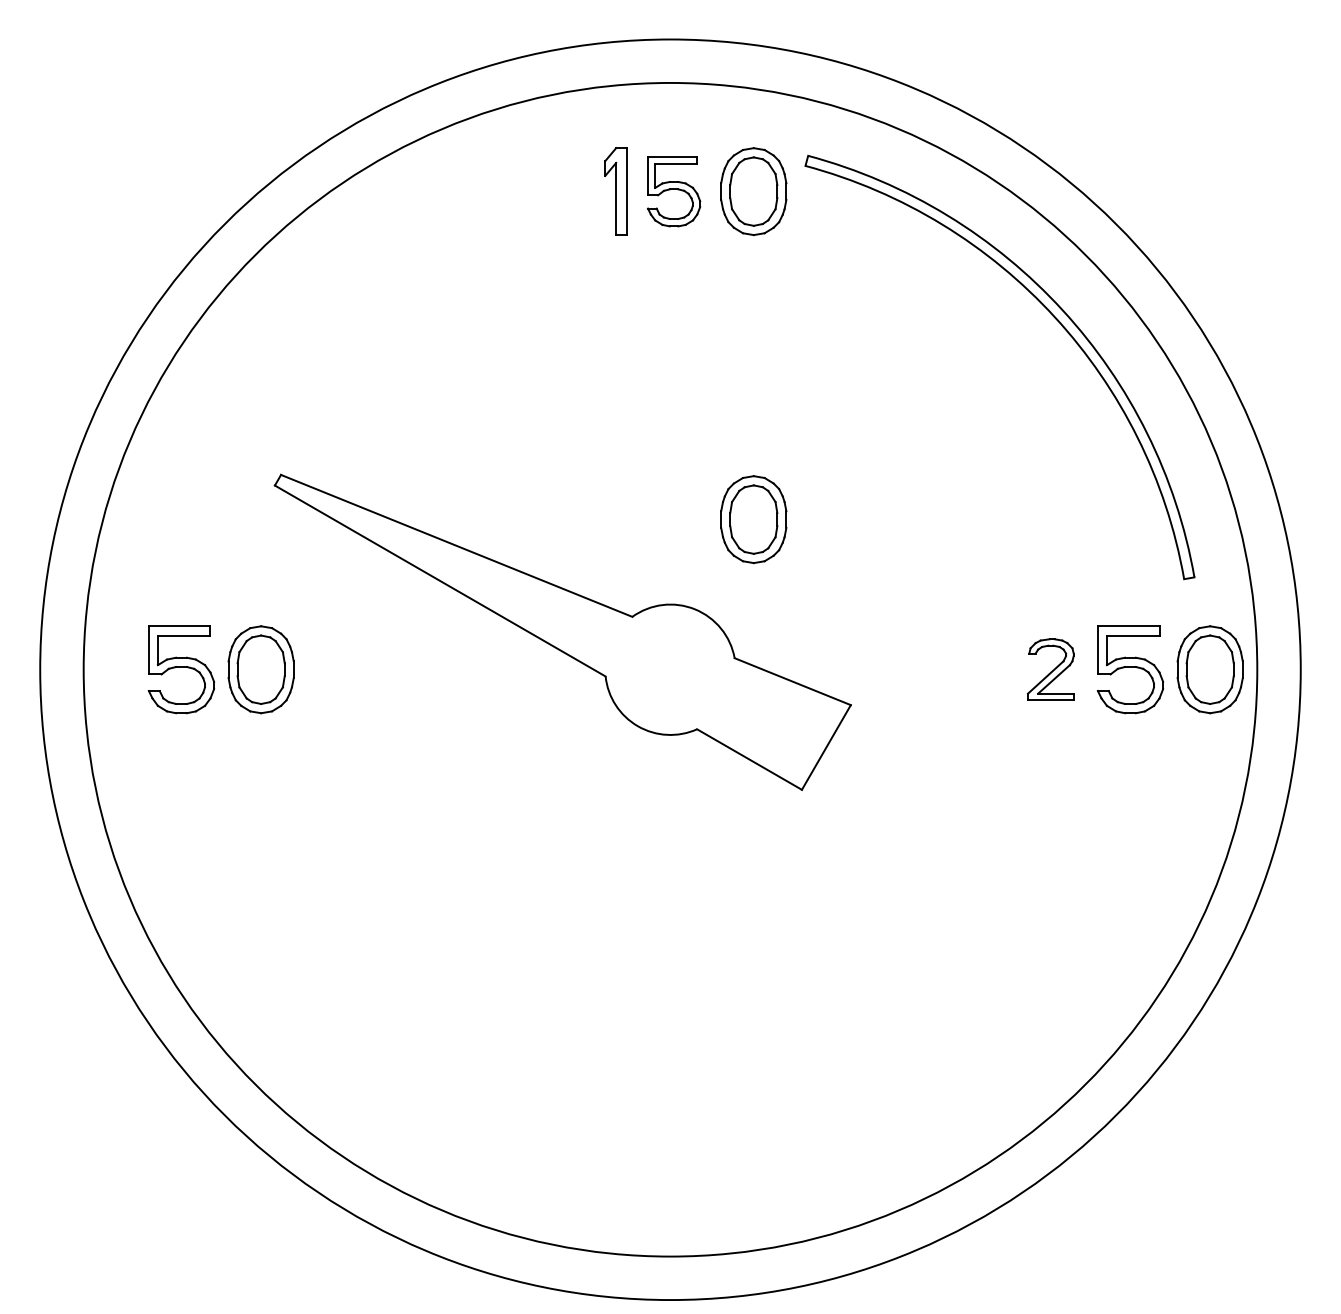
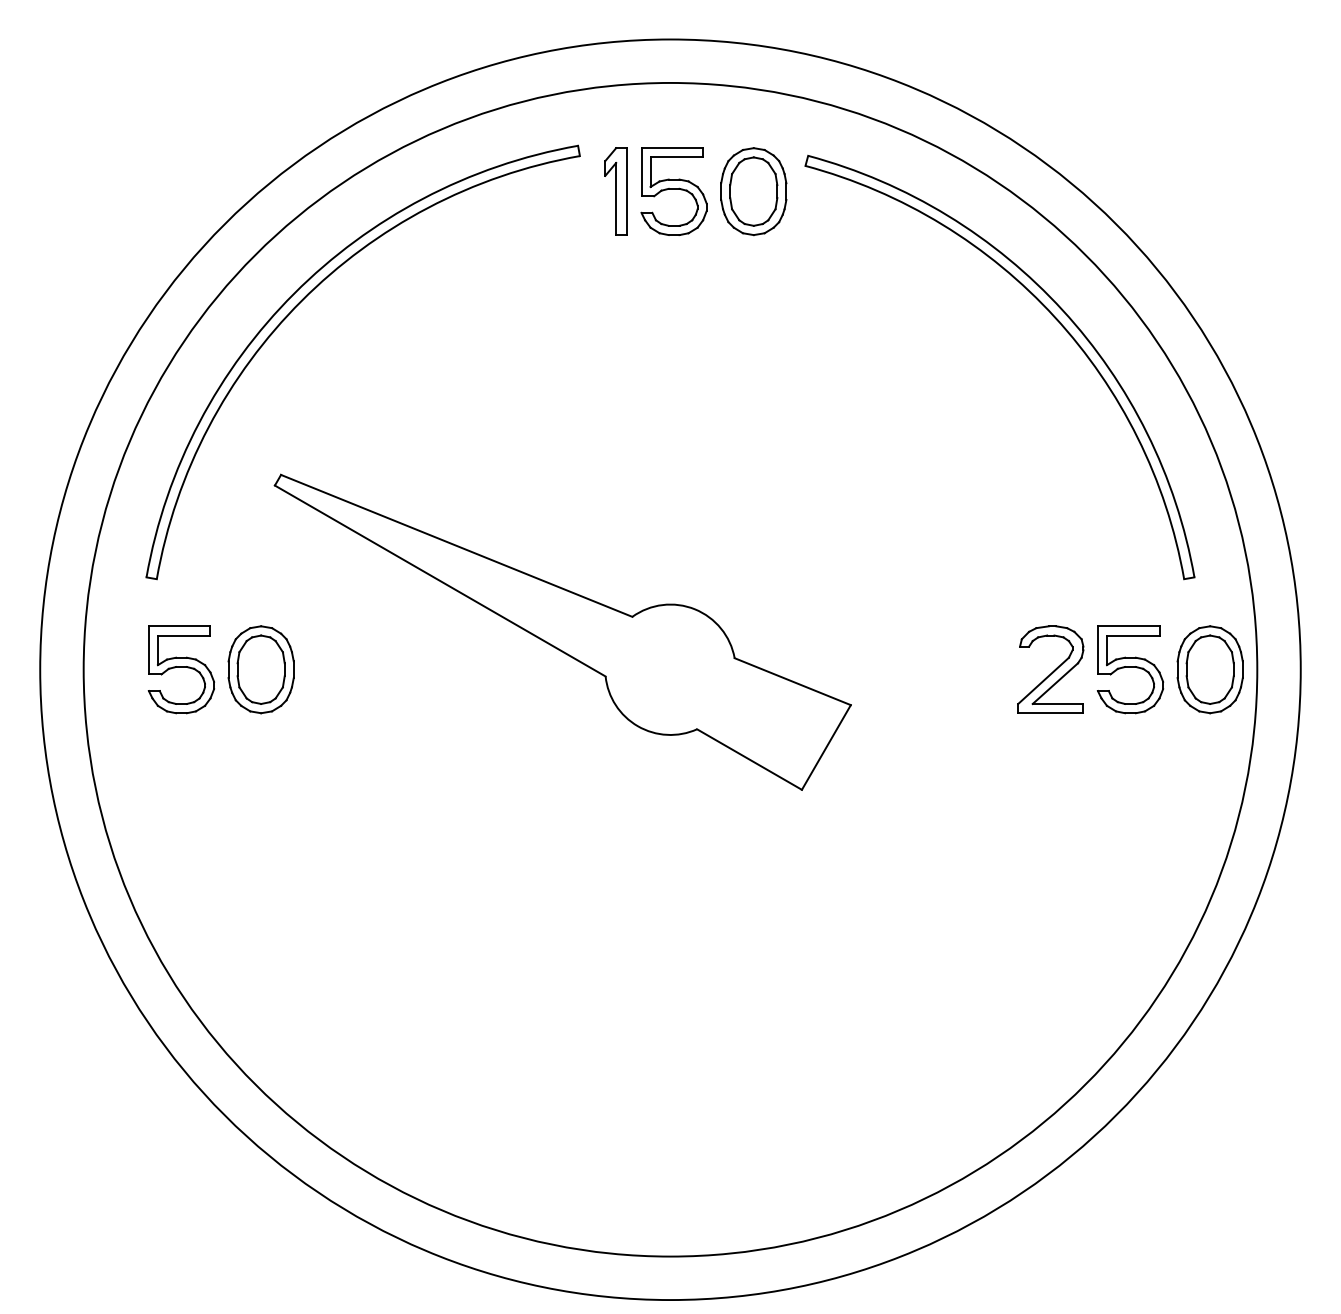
part at (674, 191) size: 55x72 px -> 68x89 px
part at (302, 301): none -> present
part at (753, 519): present -> none
part at (1050, 669) size: 48x63 px -> 68x89 px
